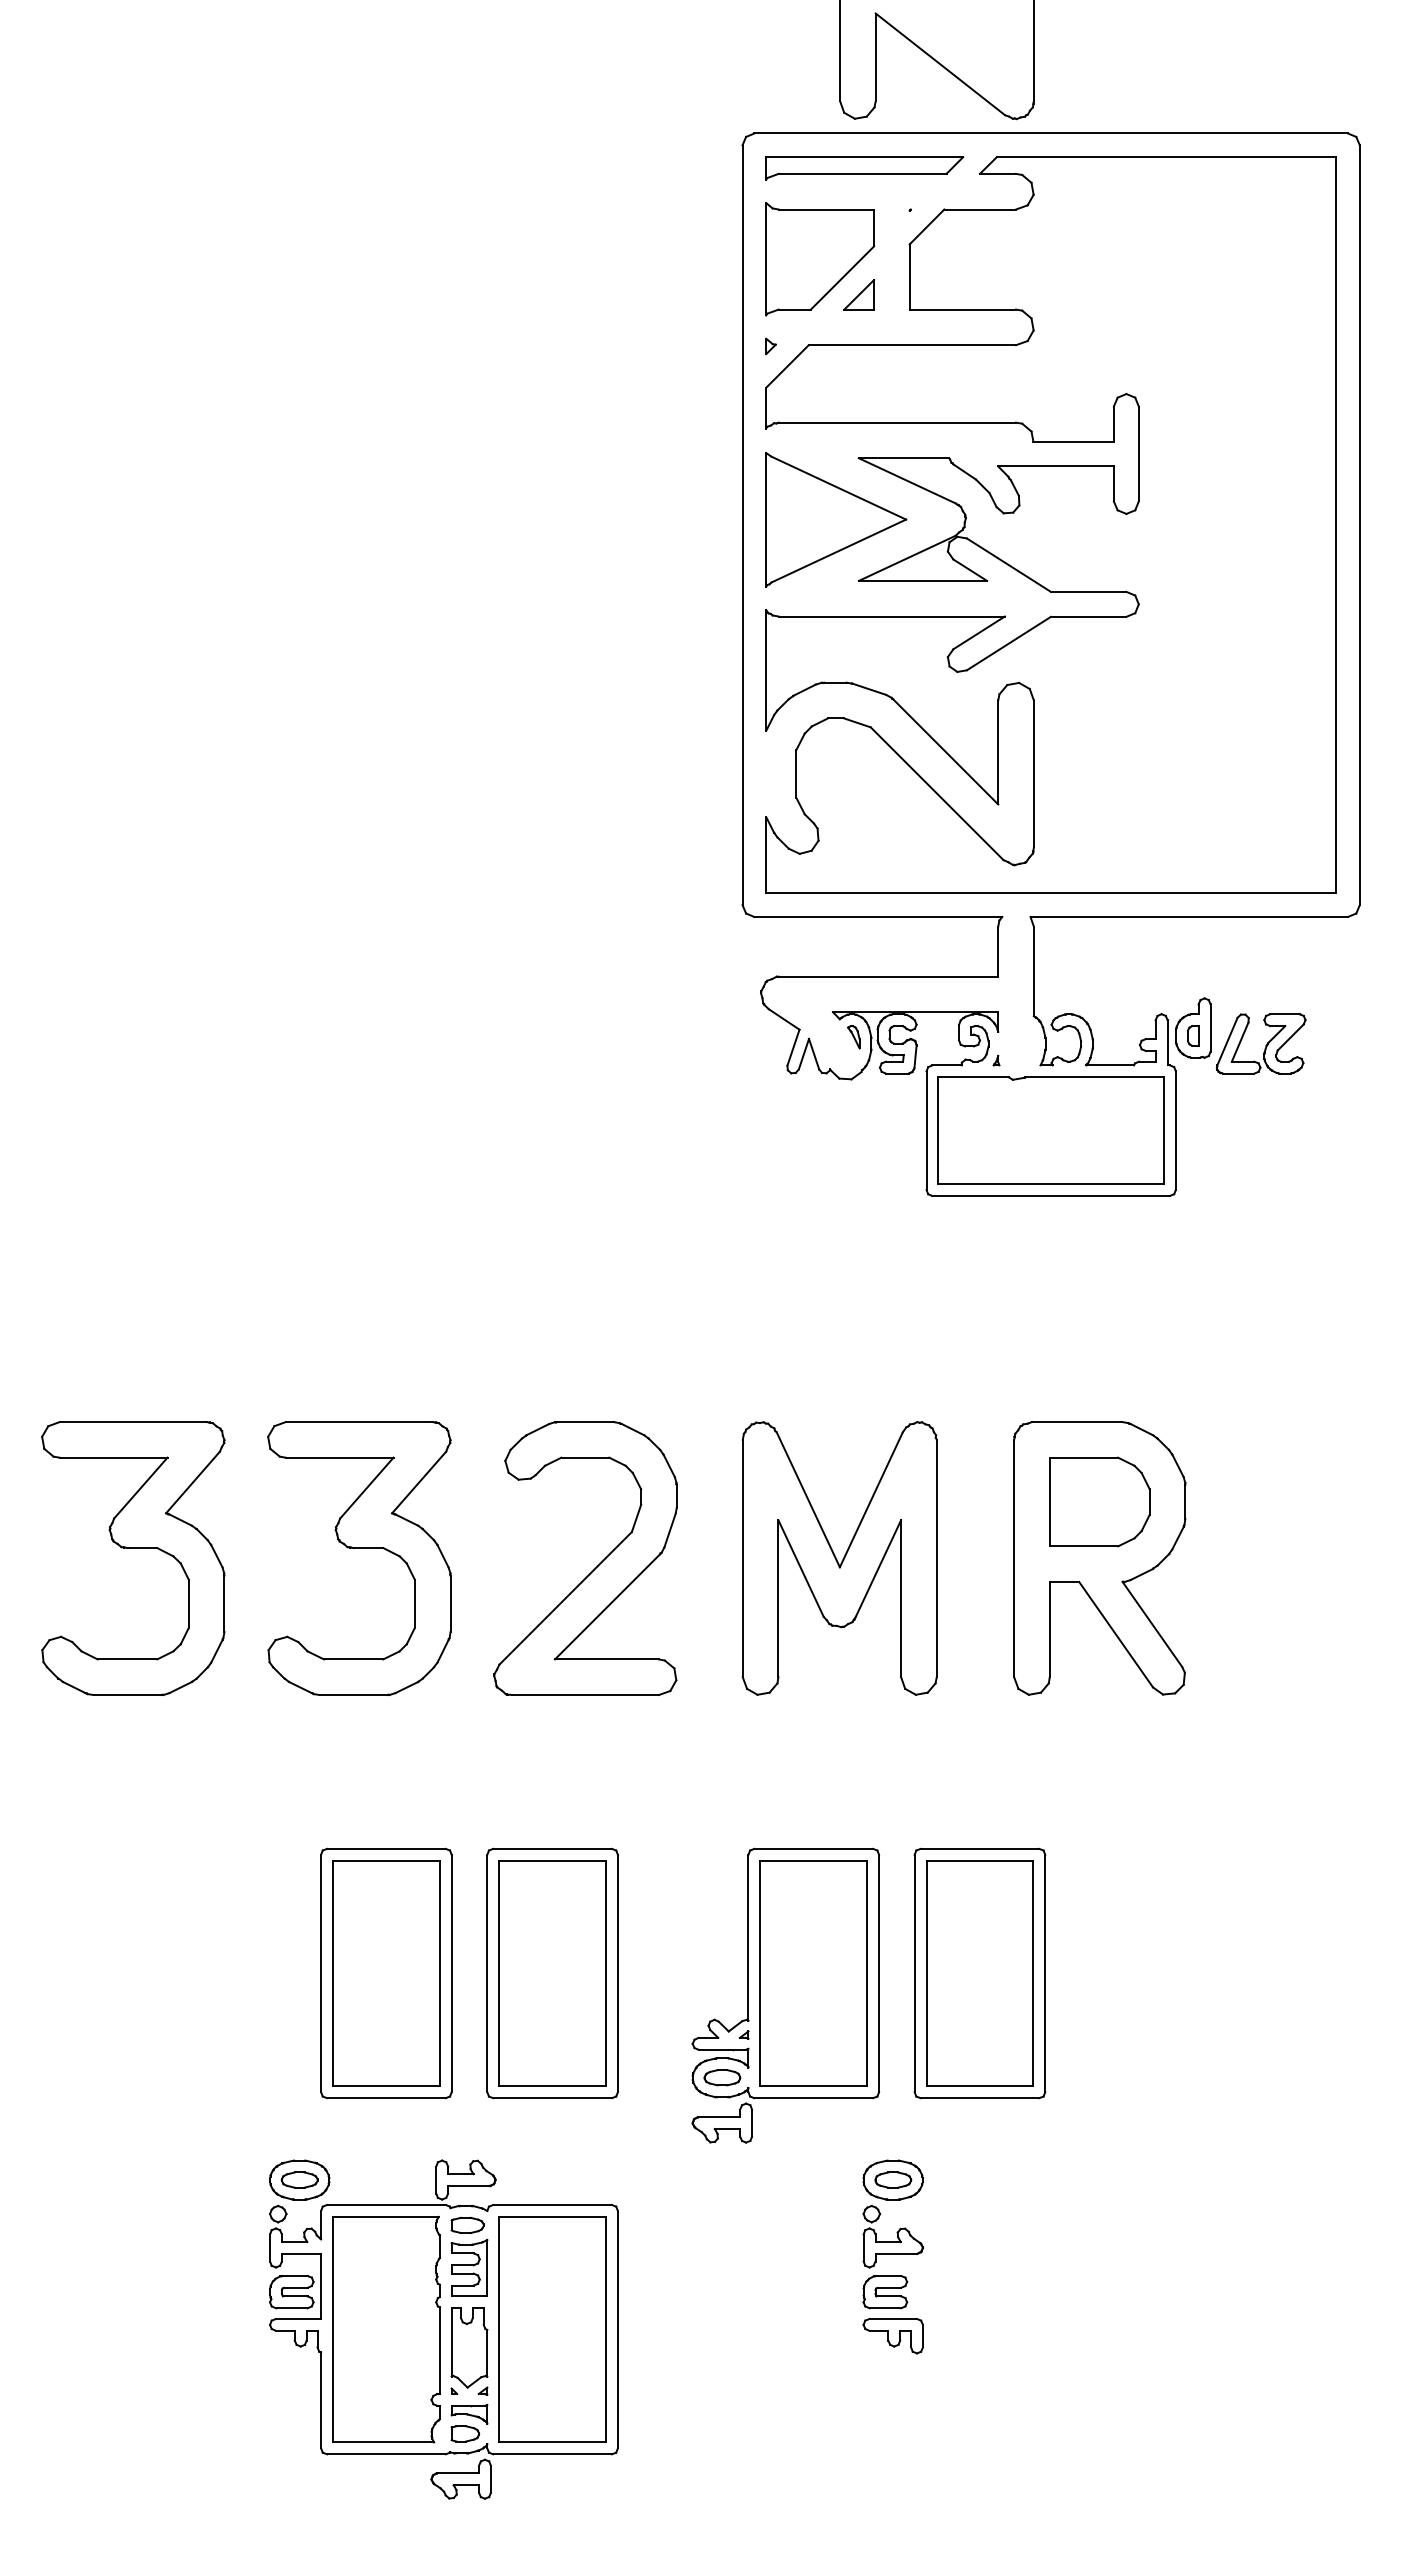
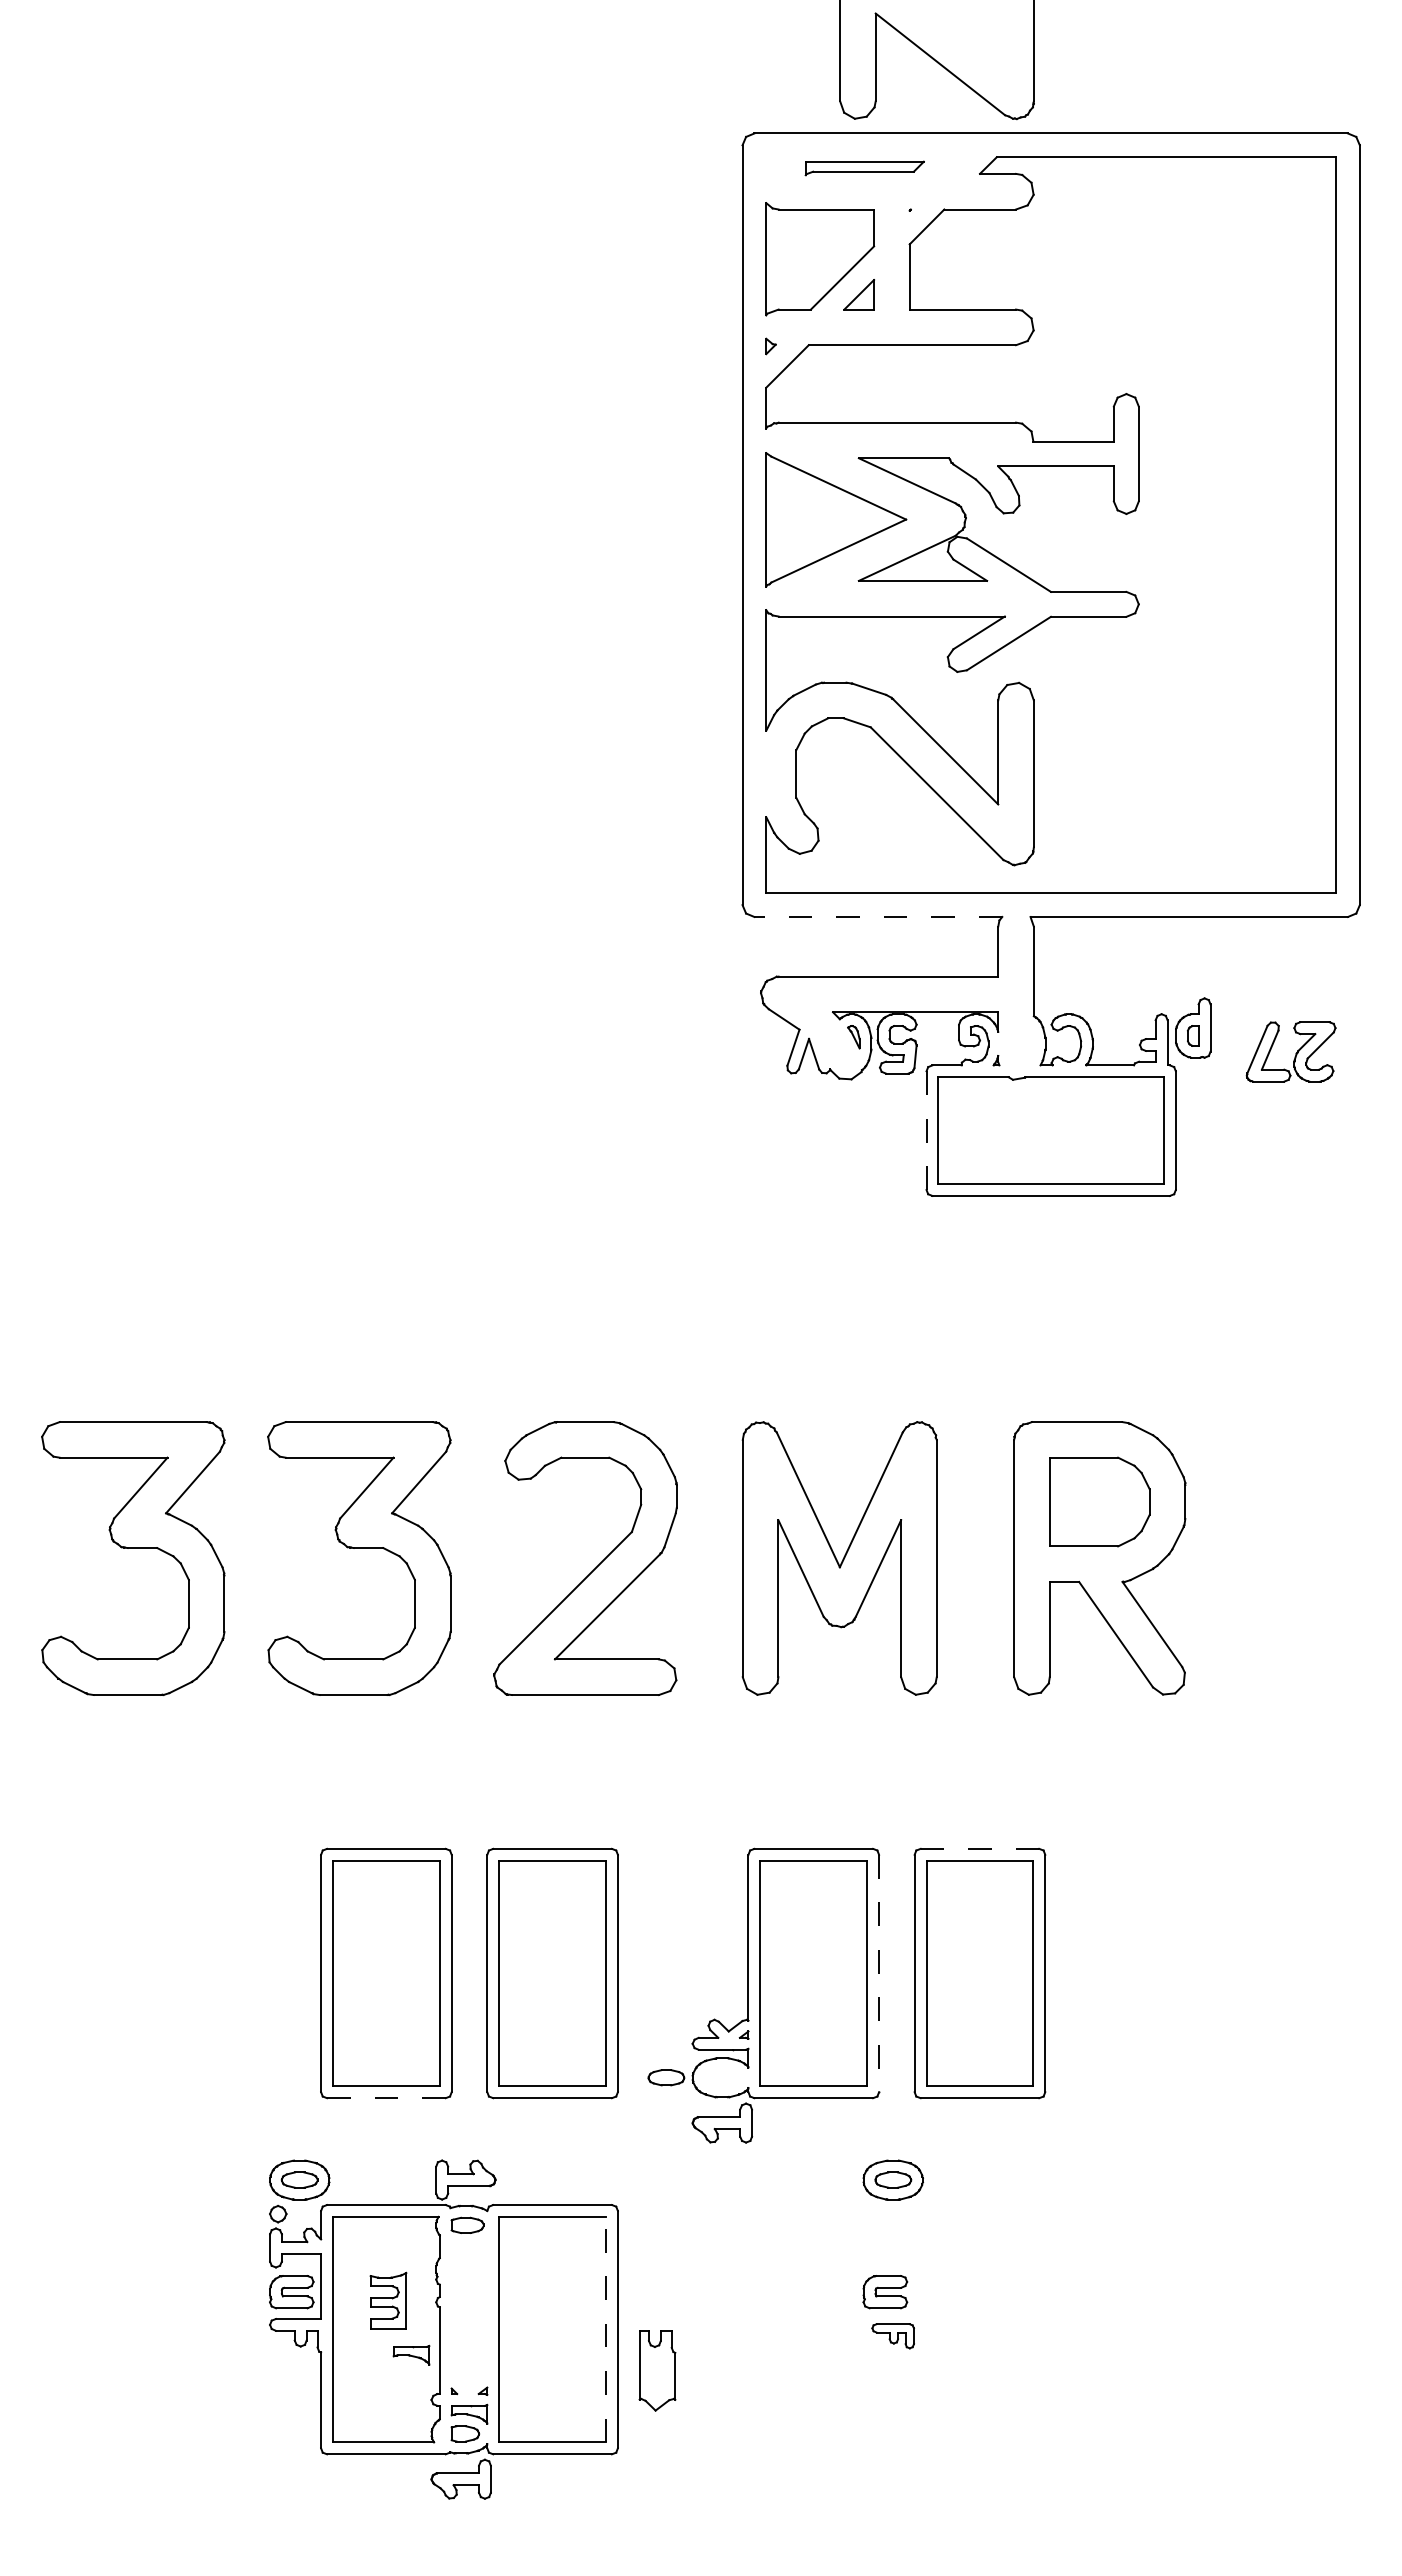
part at (864, 168) size: 200x25 px -> 121x17 px
line at (878, 916): solid -> dashed
part at (1260, 1043) position: (1260, 1043) -> (1290, 1051)
line at (926, 1130): solid -> dashed
line at (980, 1848): solid -> dashed
line at (879, 1973): solid -> dashed
part at (722, 2077) position: (722, 2077) -> (666, 2077)
line at (385, 2098): solid -> dashed
part at (892, 2236): present -> none
part at (469, 2267) position: (469, 2267) -> (388, 2300)
line at (606, 2329): solid -> dashed
part at (892, 2336) size: 62x37 px -> 44x27 px
part at (469, 2347) position: (469, 2347) -> (657, 2370)
part at (411, 2354): none -> present
